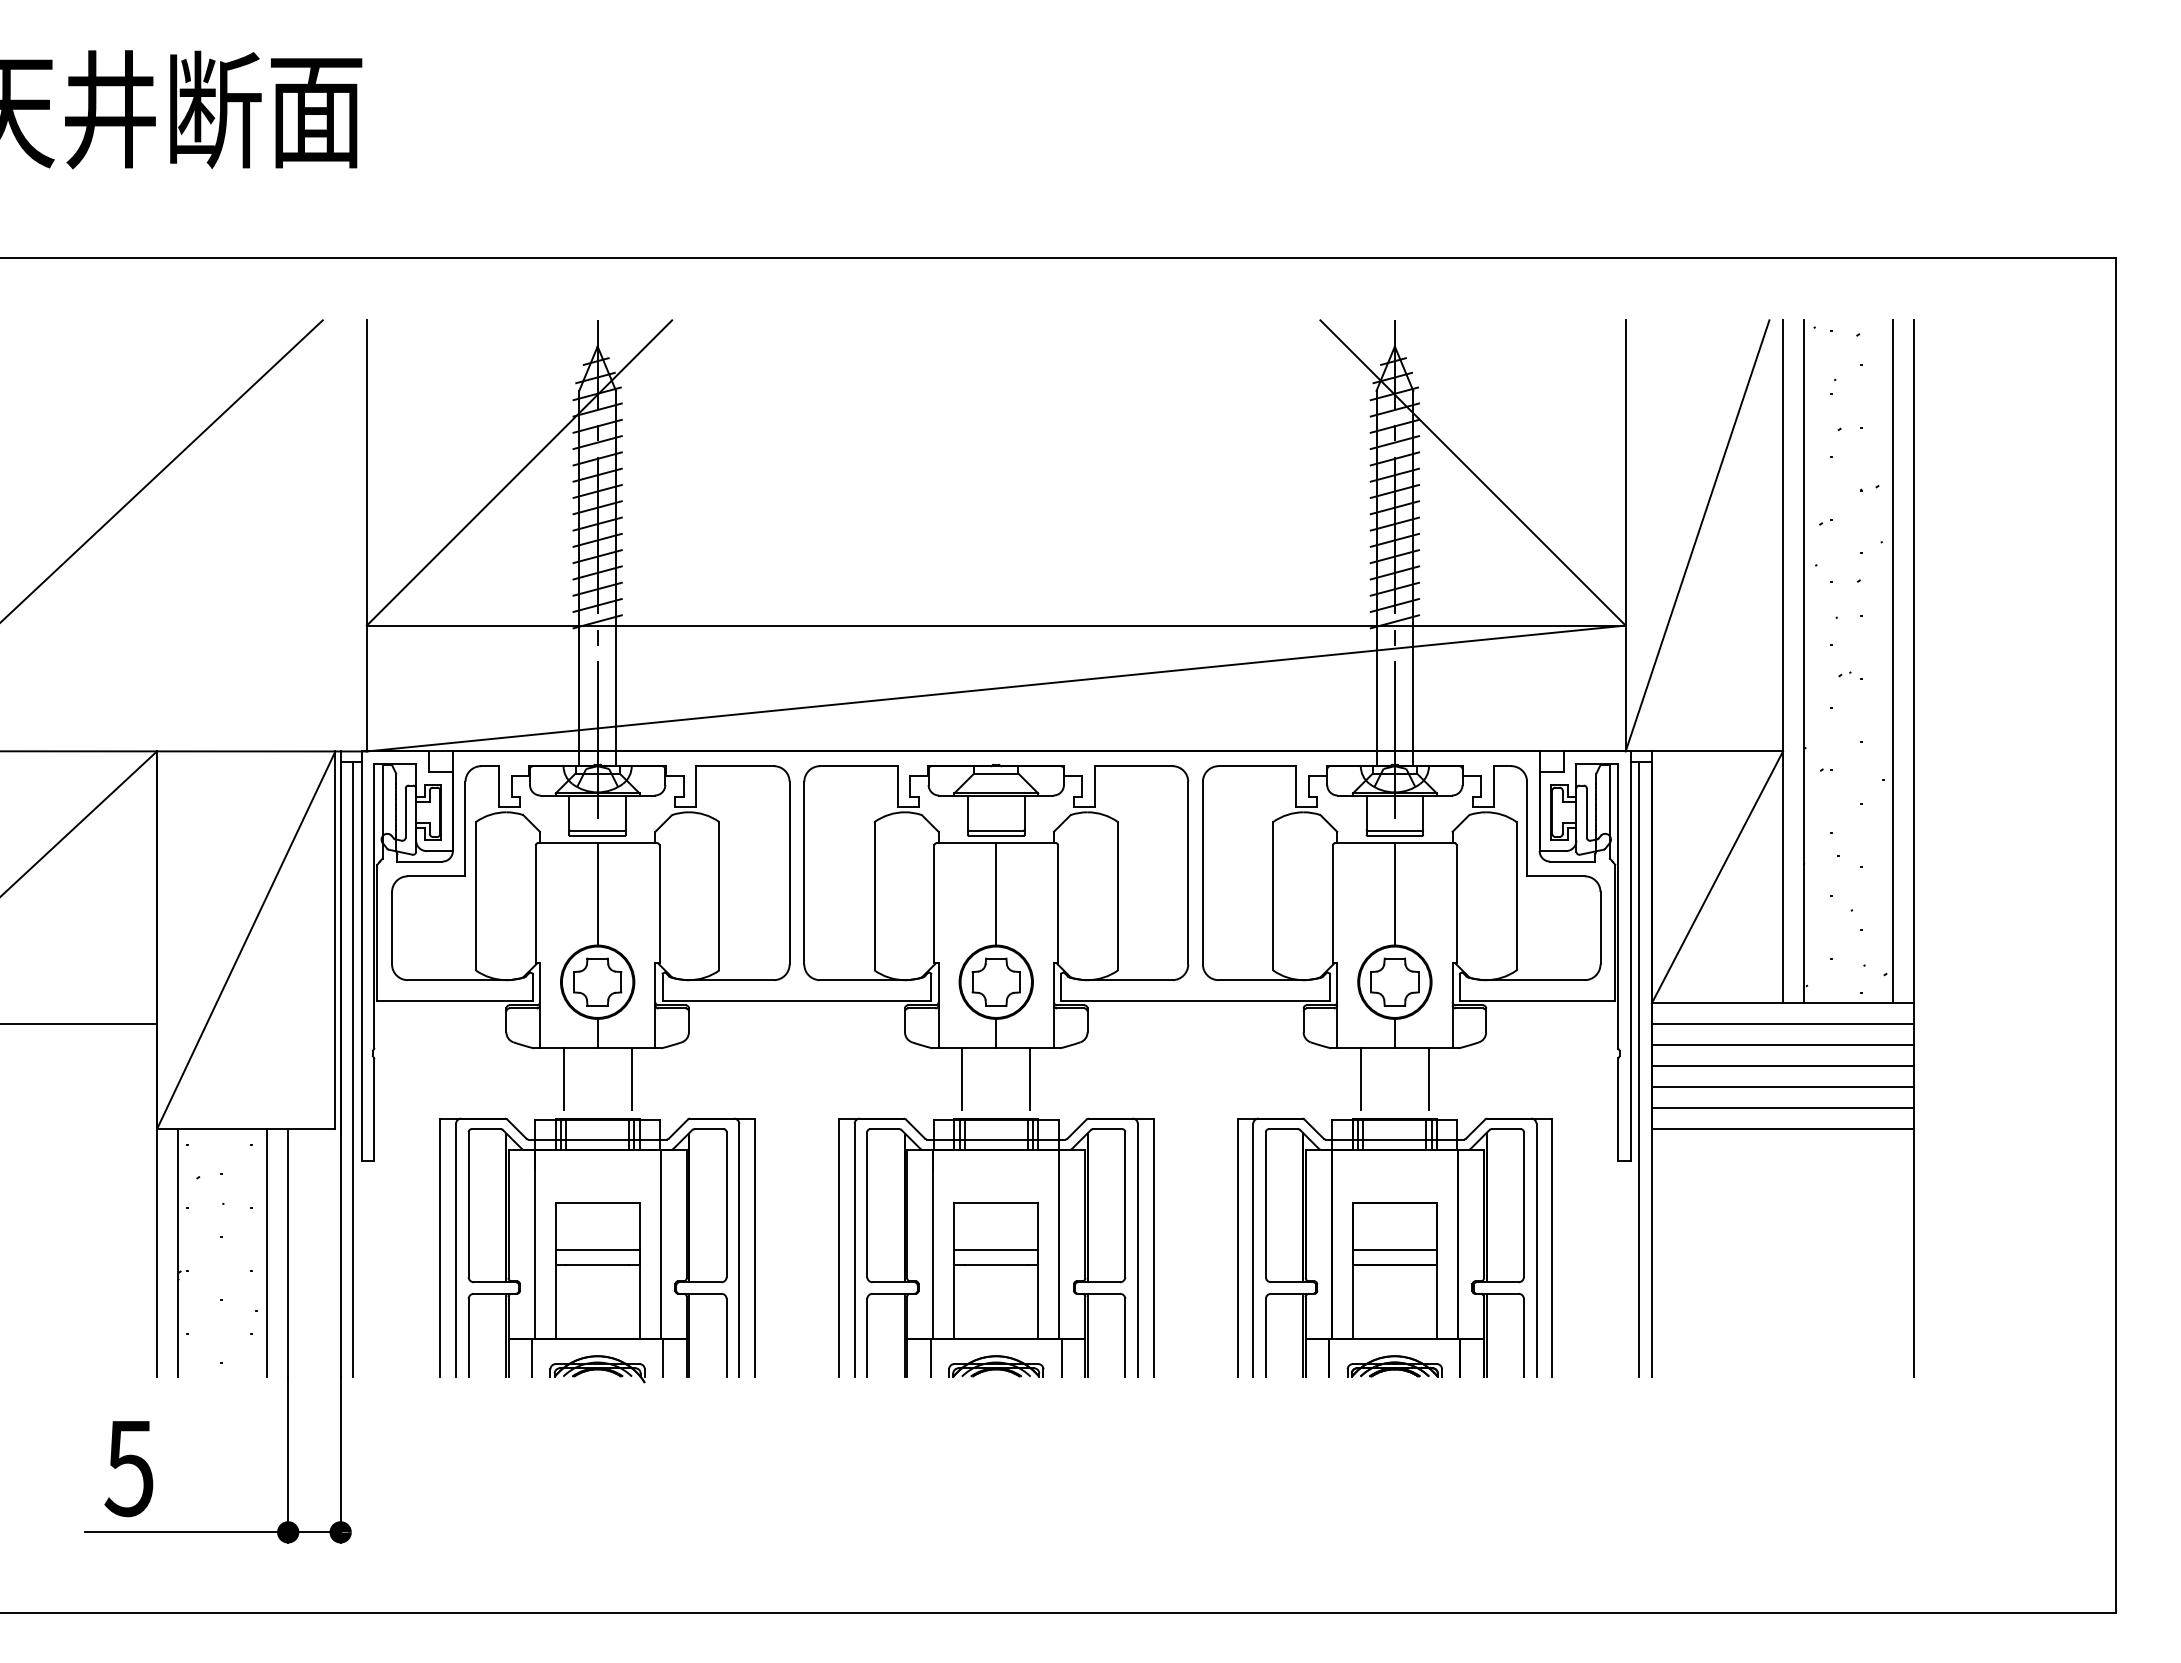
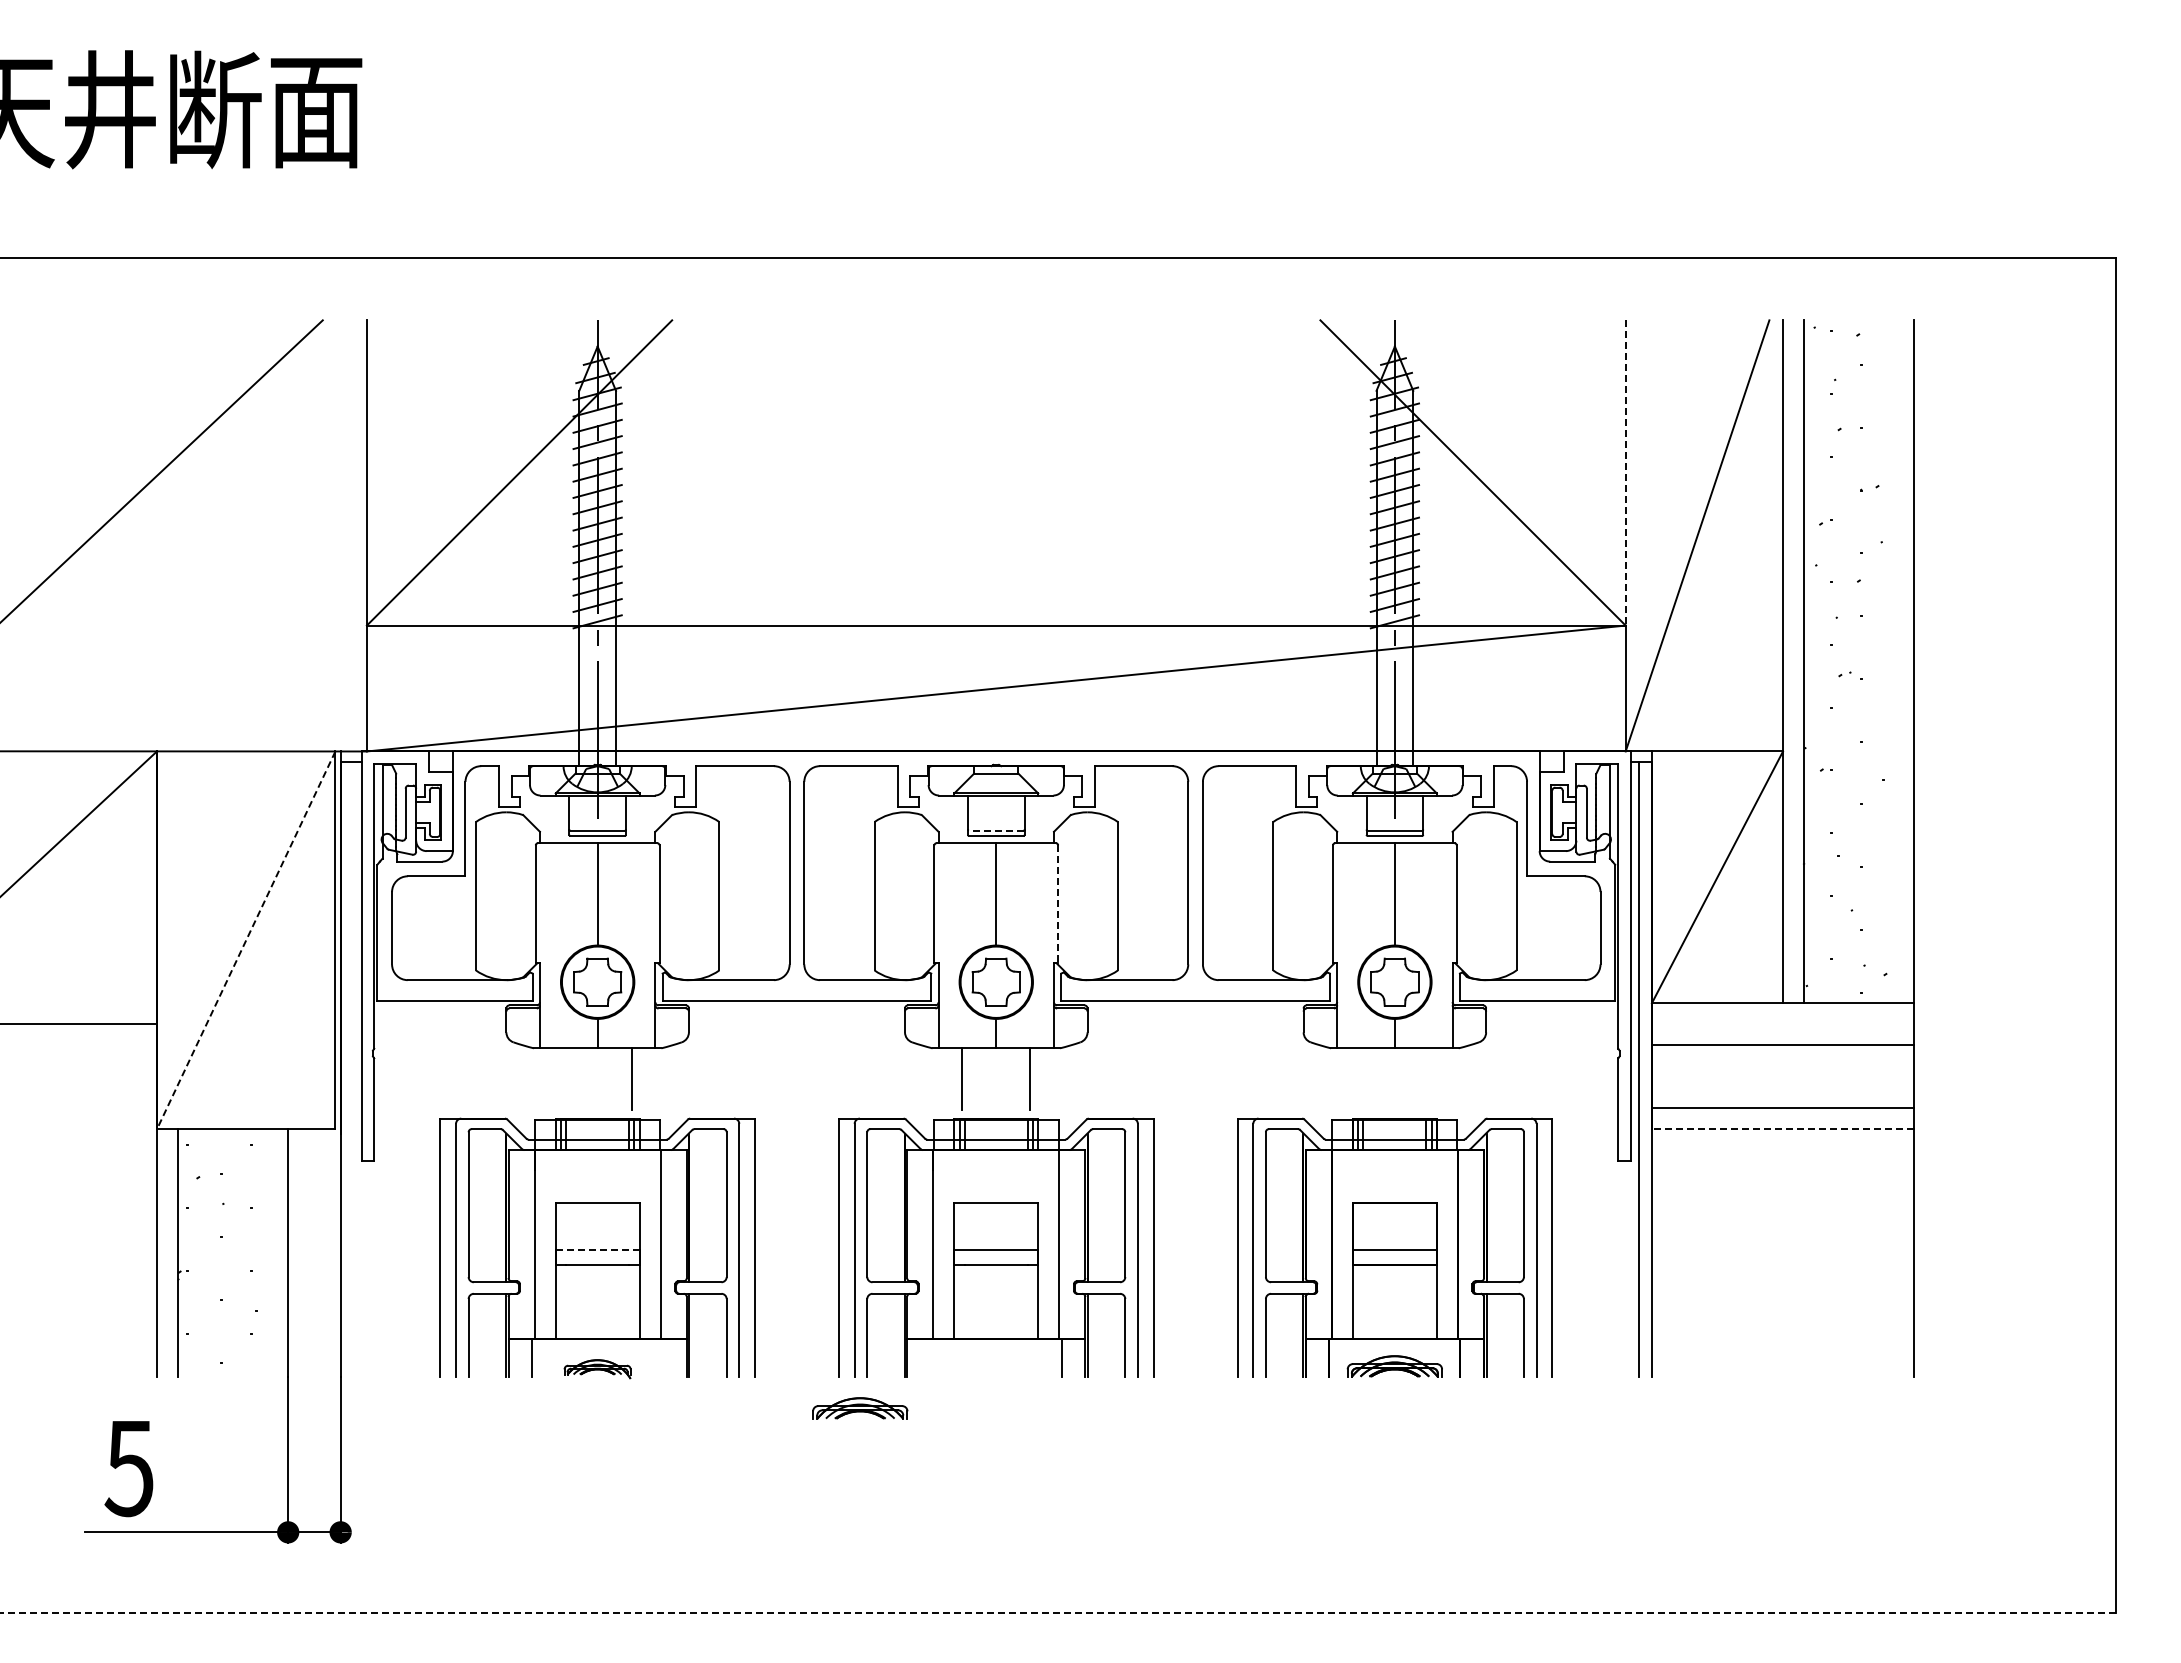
line at (1625, 472): solid -> dashed
line at (1893, 661): present -> none
line at (995, 830): solid -> dashed
line at (1058, 904): solid -> dashed
line at (246, 940): solid -> dashed
line at (1782, 1024): present -> none
line at (1782, 1066): present -> none
line at (353, 1068): present -> none
line at (563, 1078): present -> none
line at (1360, 1078): present -> none
line at (1429, 1078): present -> none
line at (1782, 1087): present -> none
line at (1782, 1129): solid -> dashed
line at (597, 1249): solid -> dashed
line at (267, 1252): present -> none
line at (663, 1357): present -> none
line at (930, 1357): present -> none
part at (996, 1366) position: (996, 1366) -> (860, 1408)
part at (597, 1369) size: 97x29 px -> 69x21 px
line at (1057, 1613): solid -> dashed
